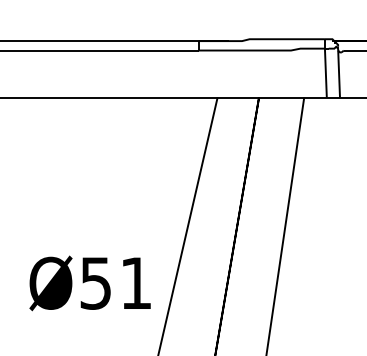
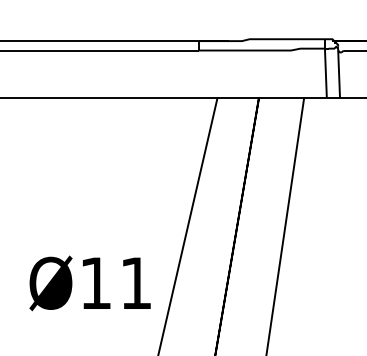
text at (95, 283): Ø51 -> Ø11
